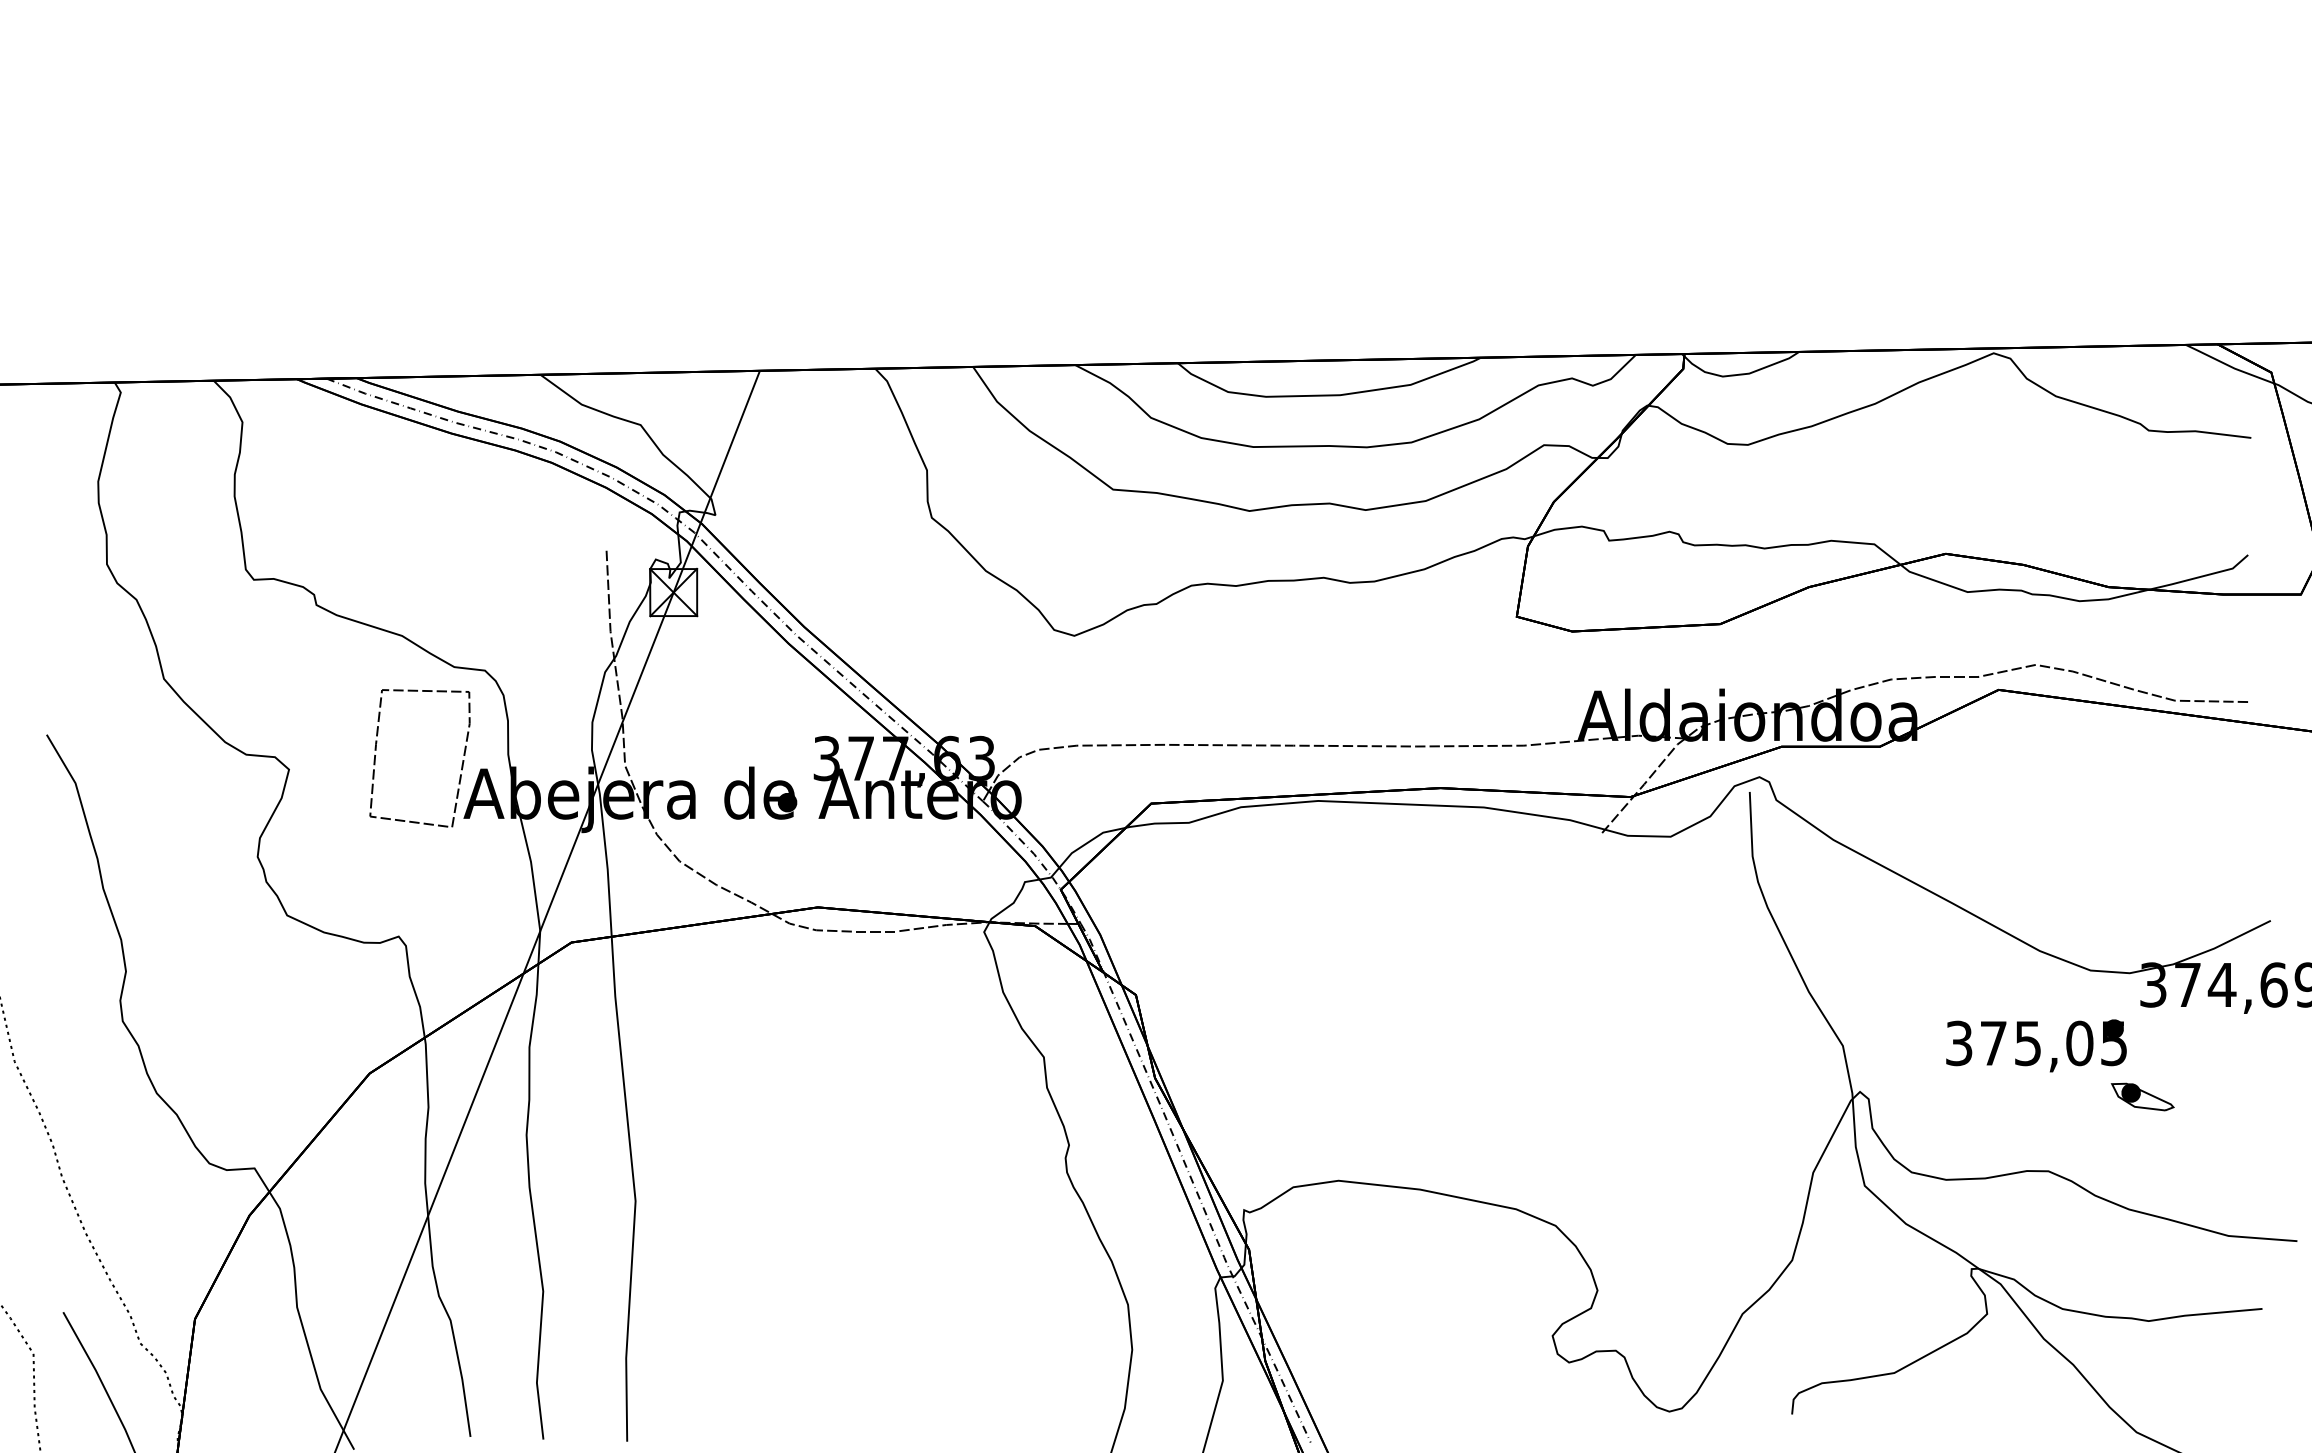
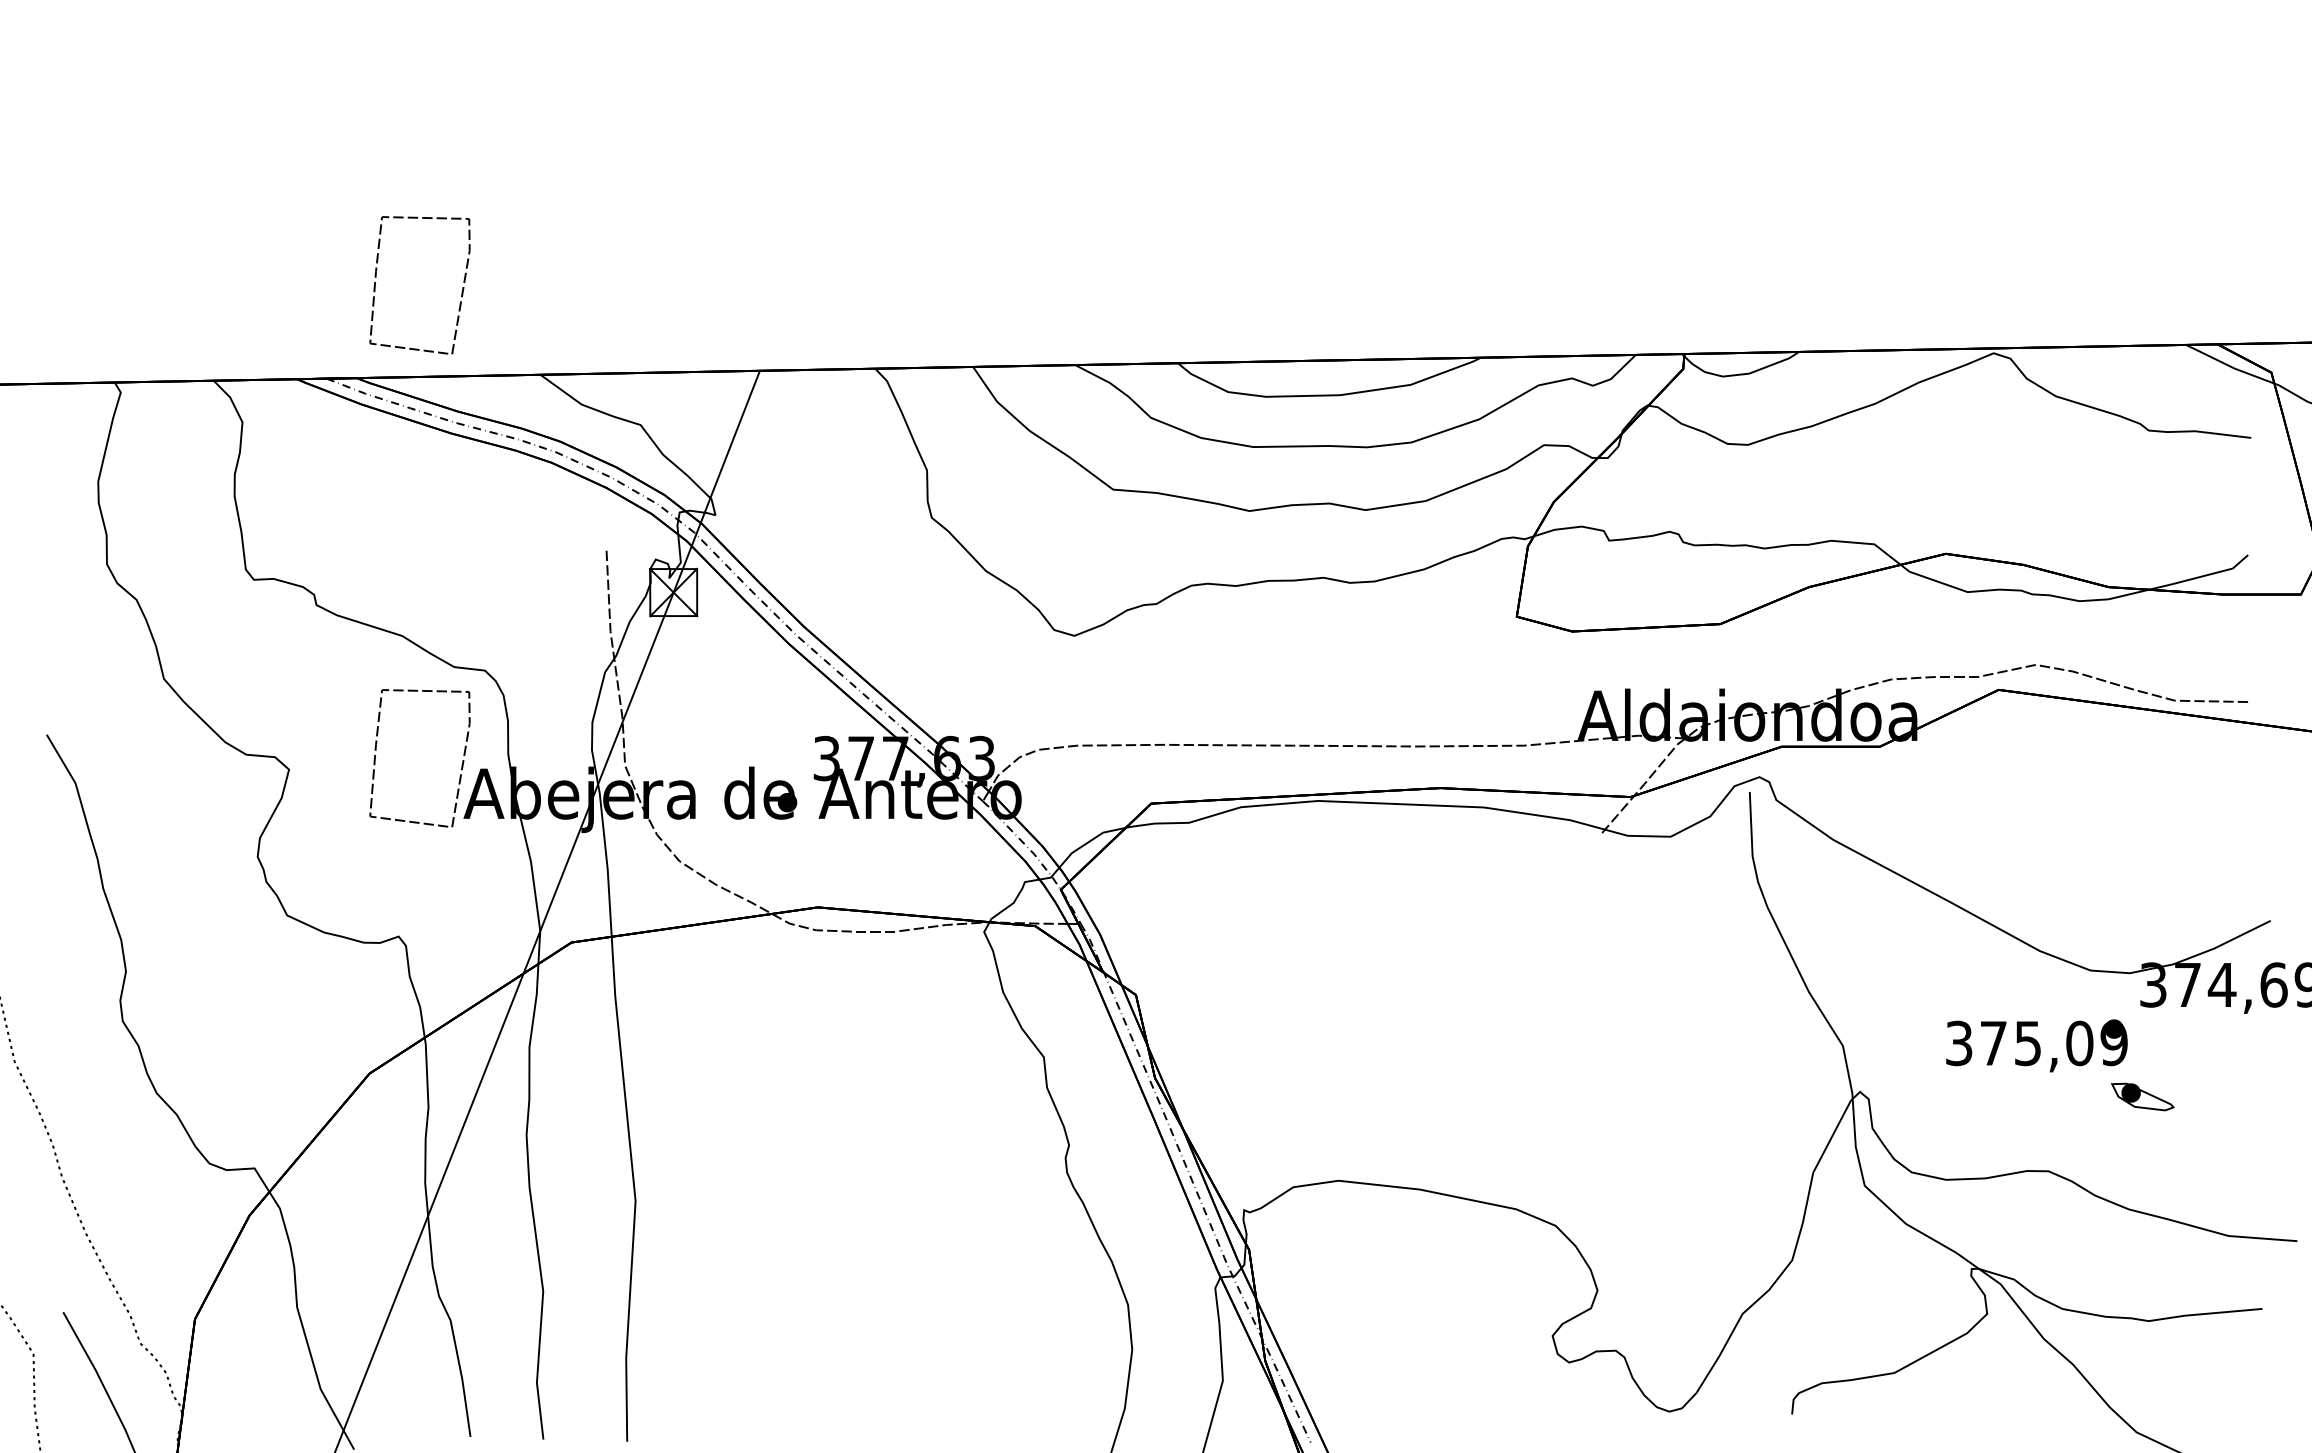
part at (461, 291): none -> present
text at (2113, 1043): 375,05 -> 375,09
